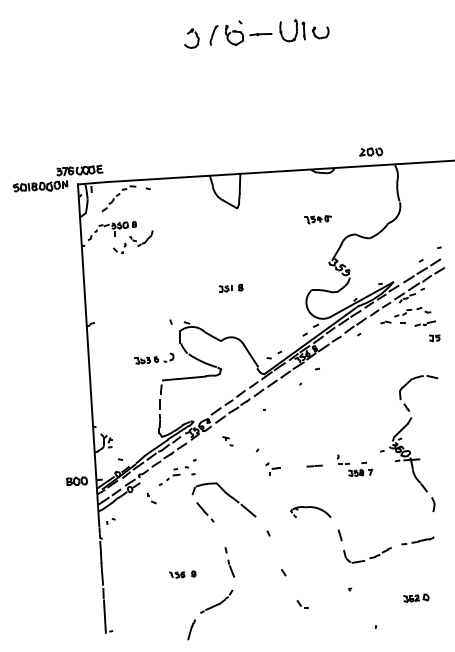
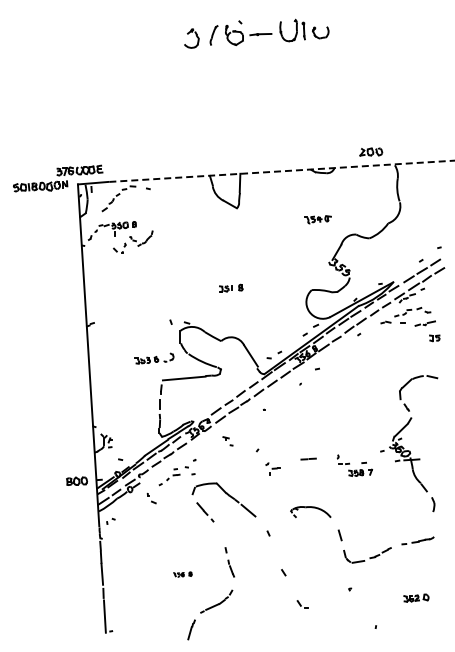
line at (281, 171): solid -> dashed
line at (314, 465) position: (314, 465) -> (308, 458)
part at (182, 574) size: 28x9 px -> 20x7 px
